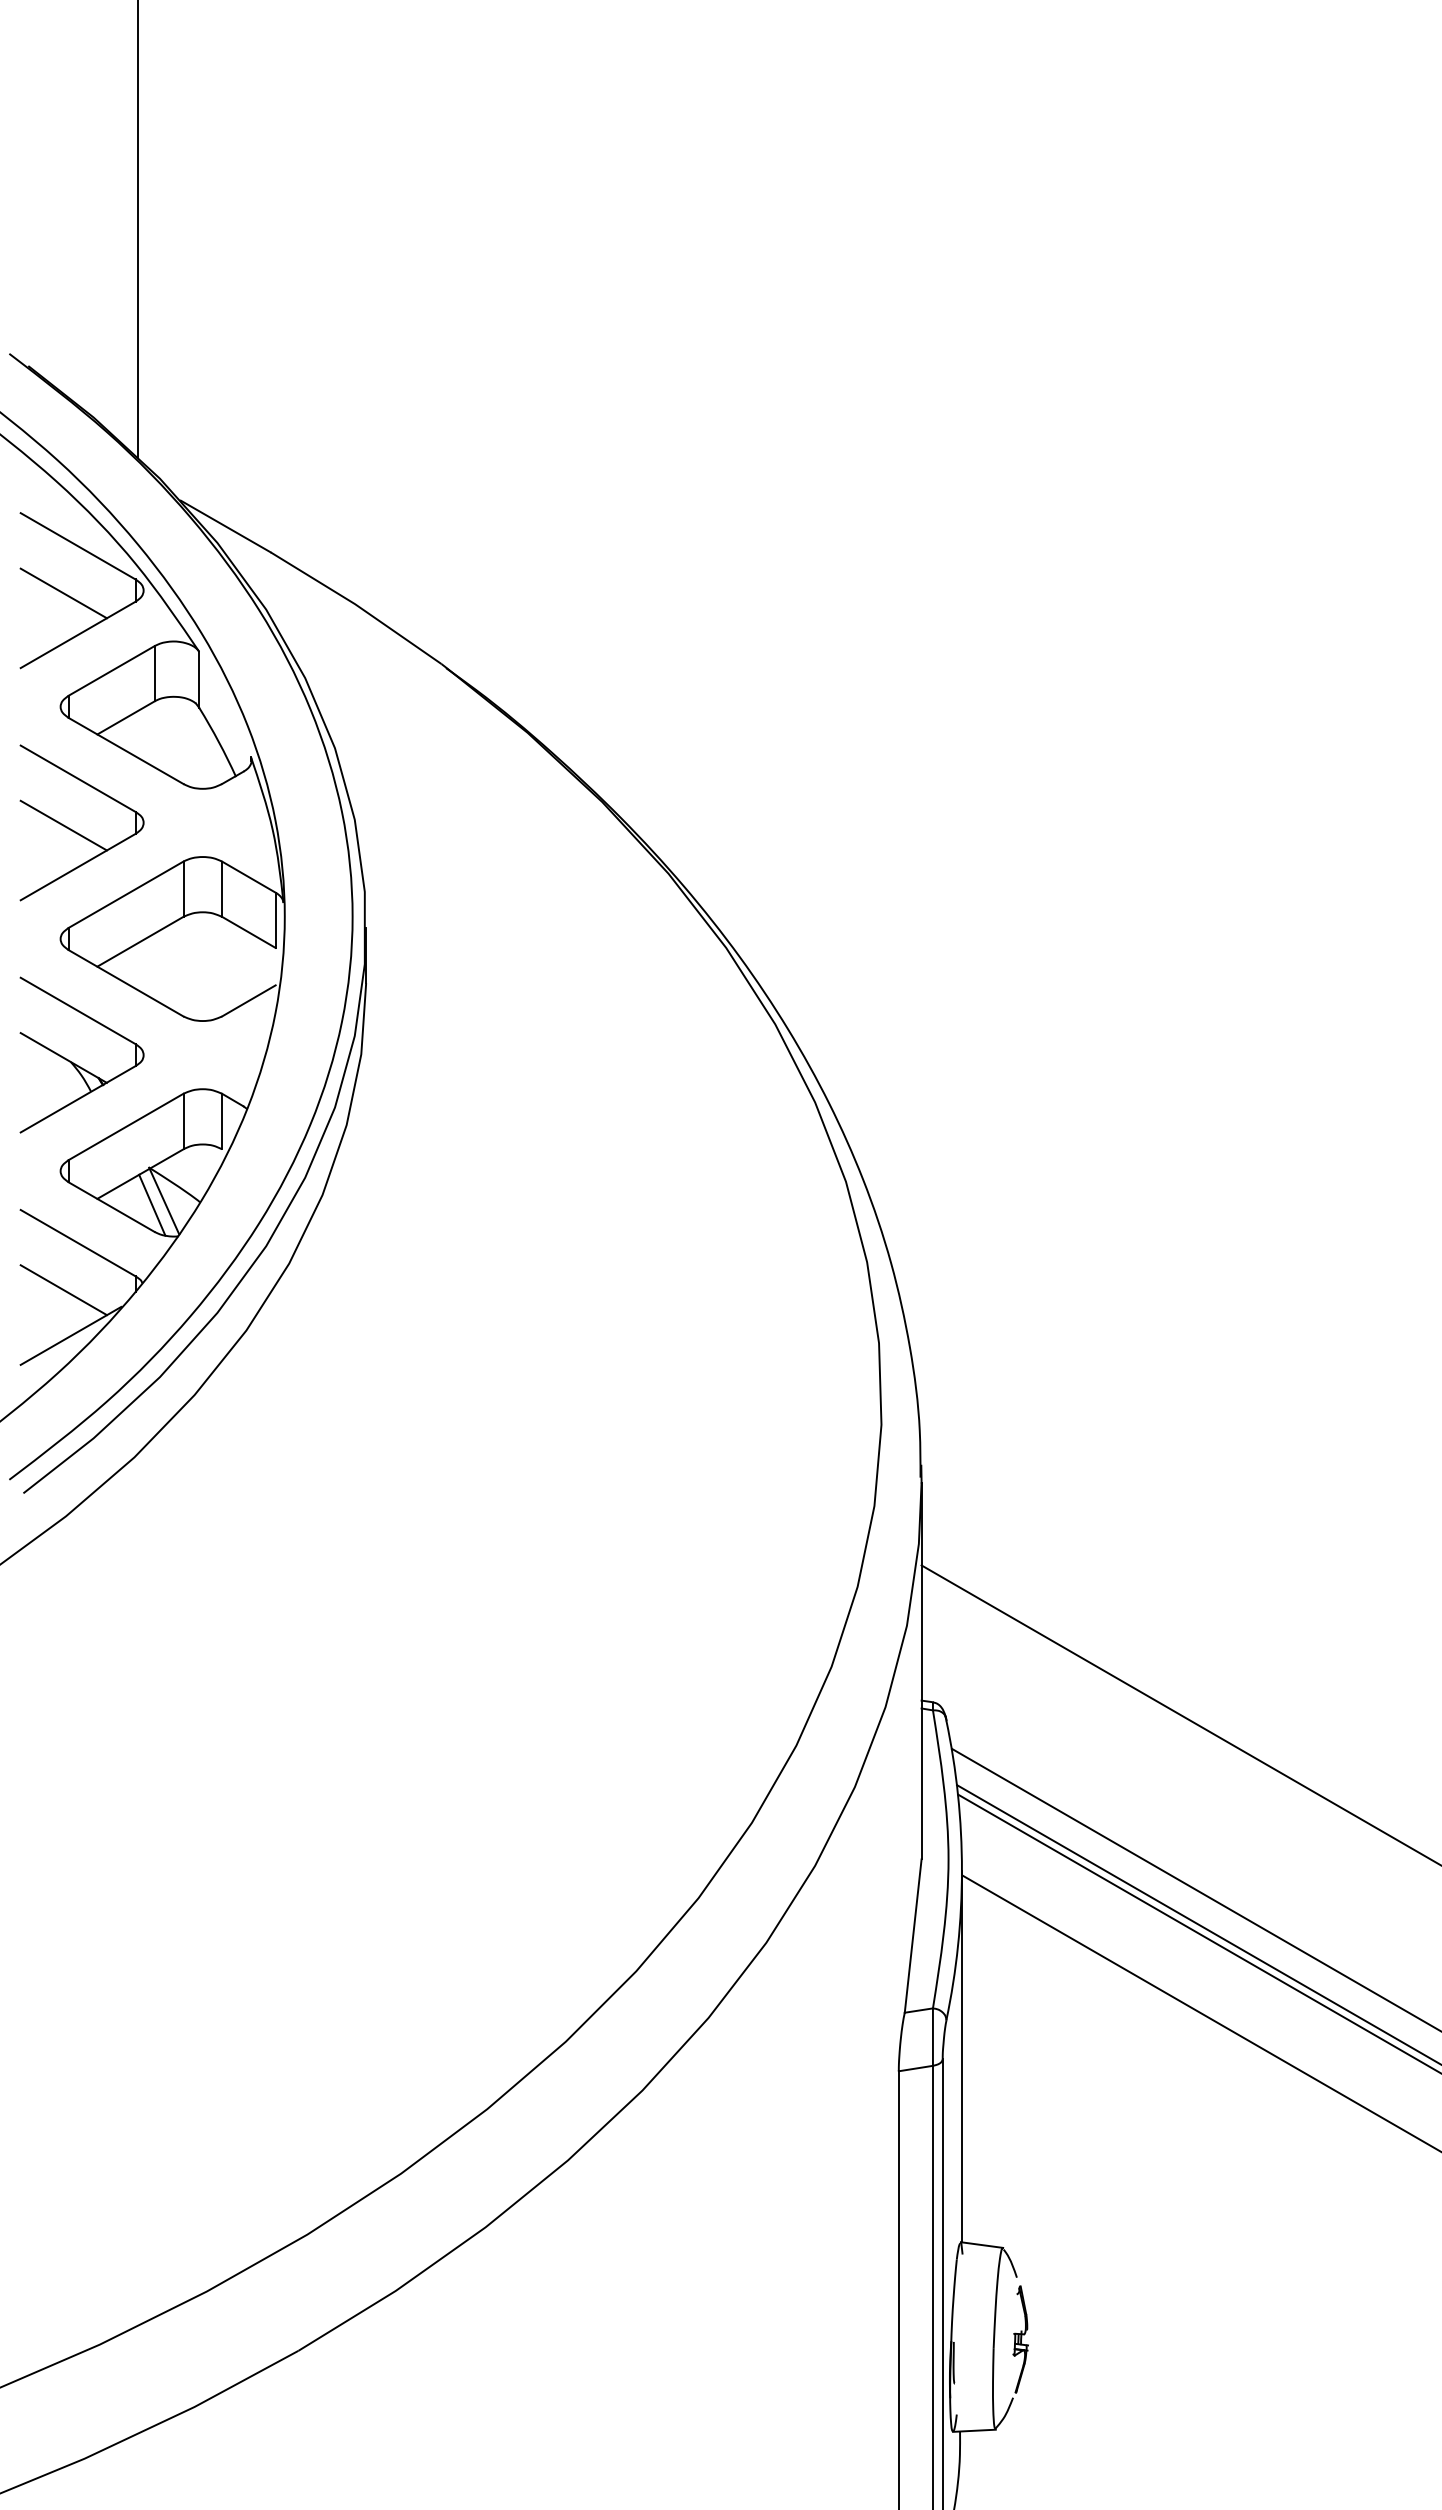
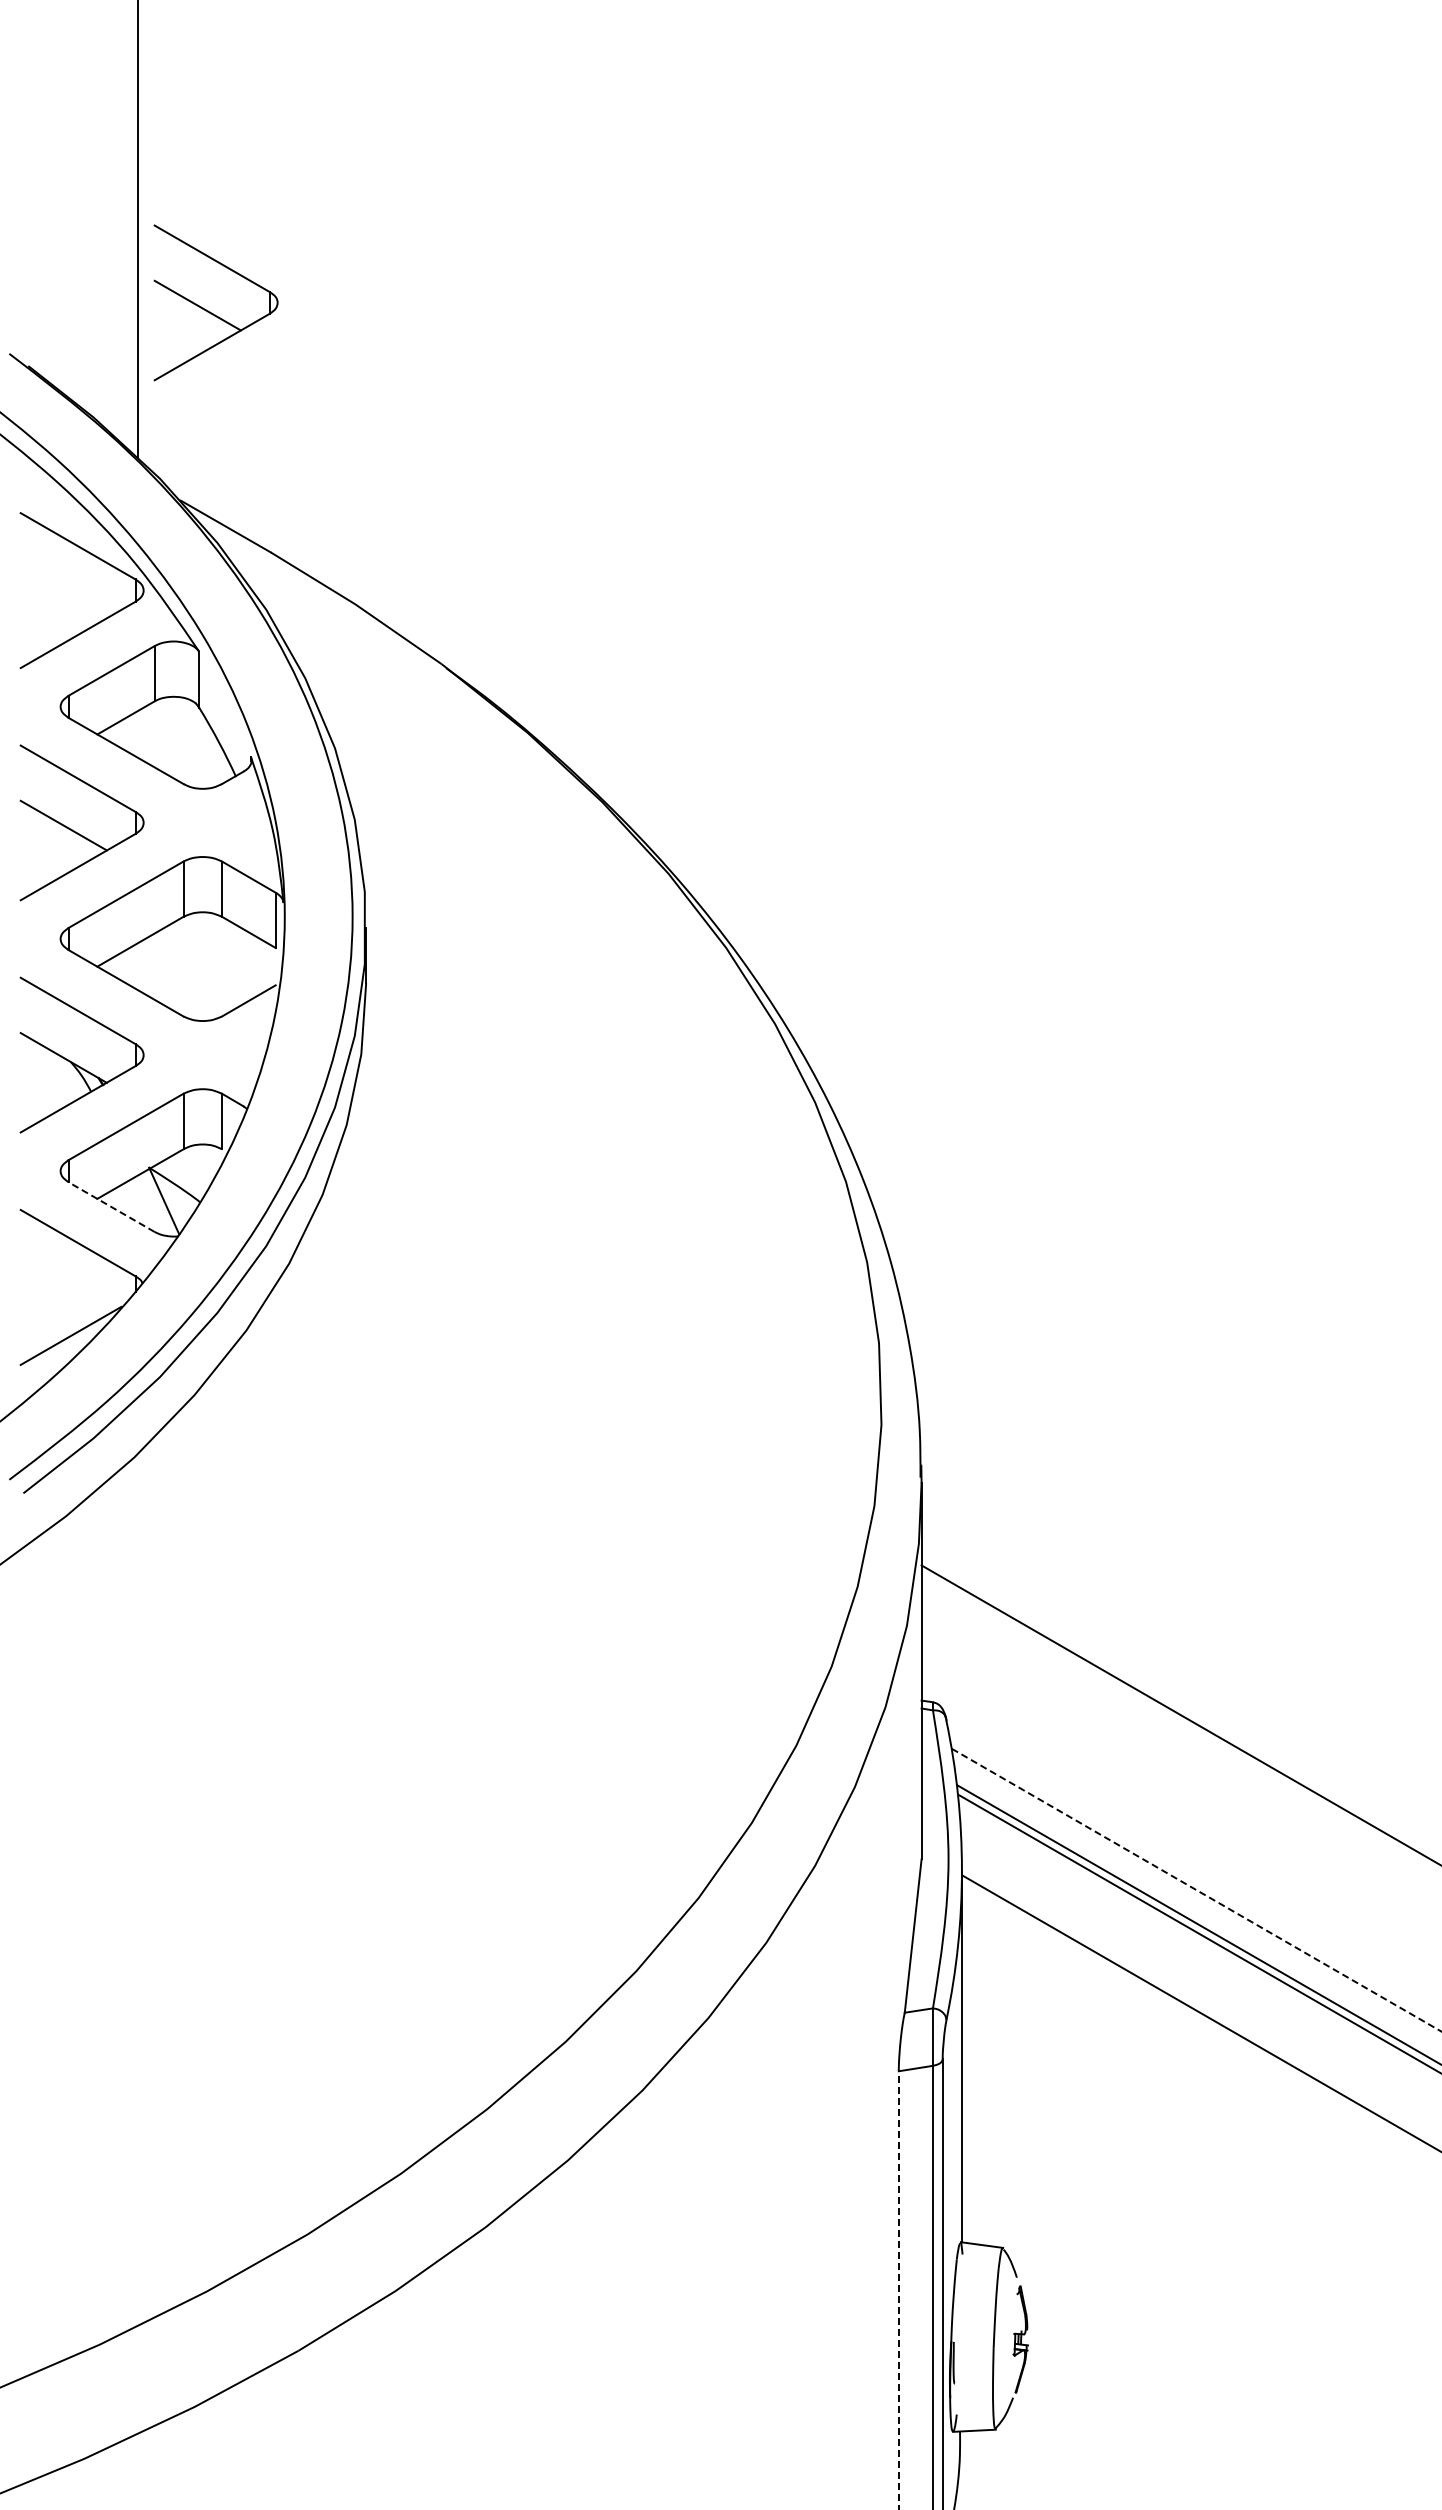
part at (210, 311): none -> present
line at (63, 593): present -> none
line at (152, 1204): present -> none
line at (111, 1207): solid -> dashed
line at (63, 1290): present -> none
line at (1196, 1890): solid -> dashed
line at (898, 2290): solid -> dashed
